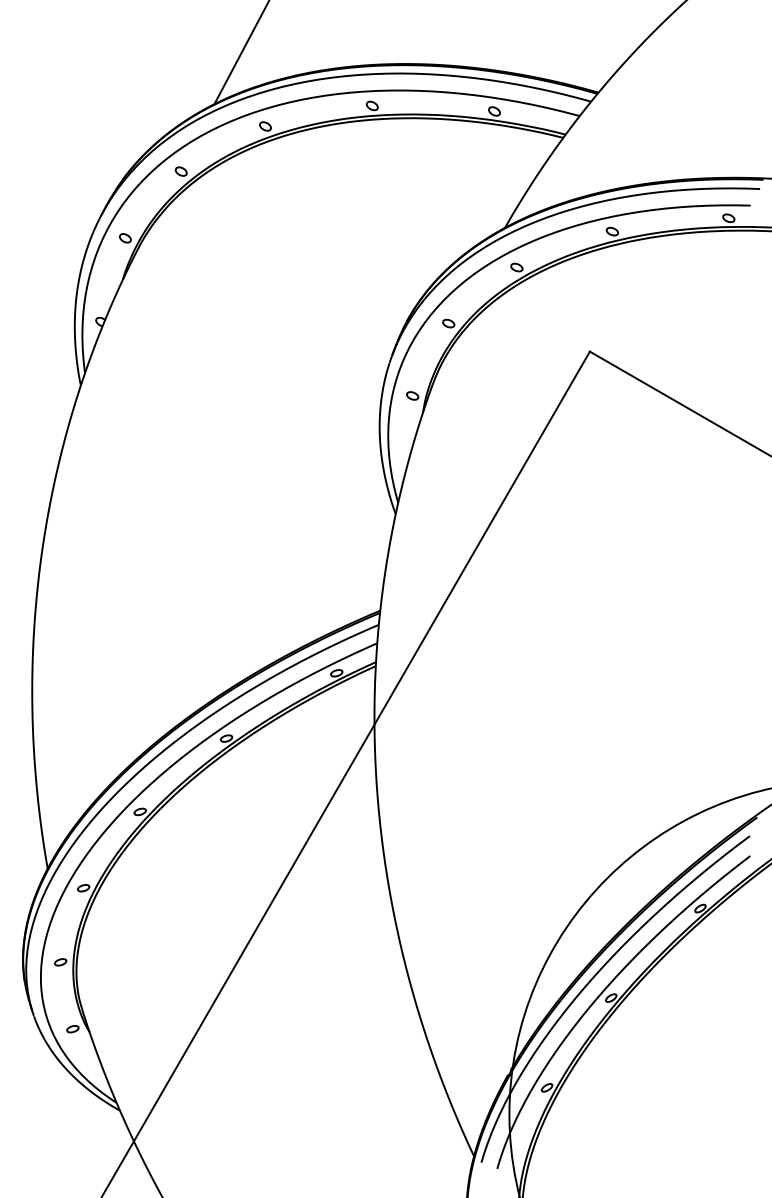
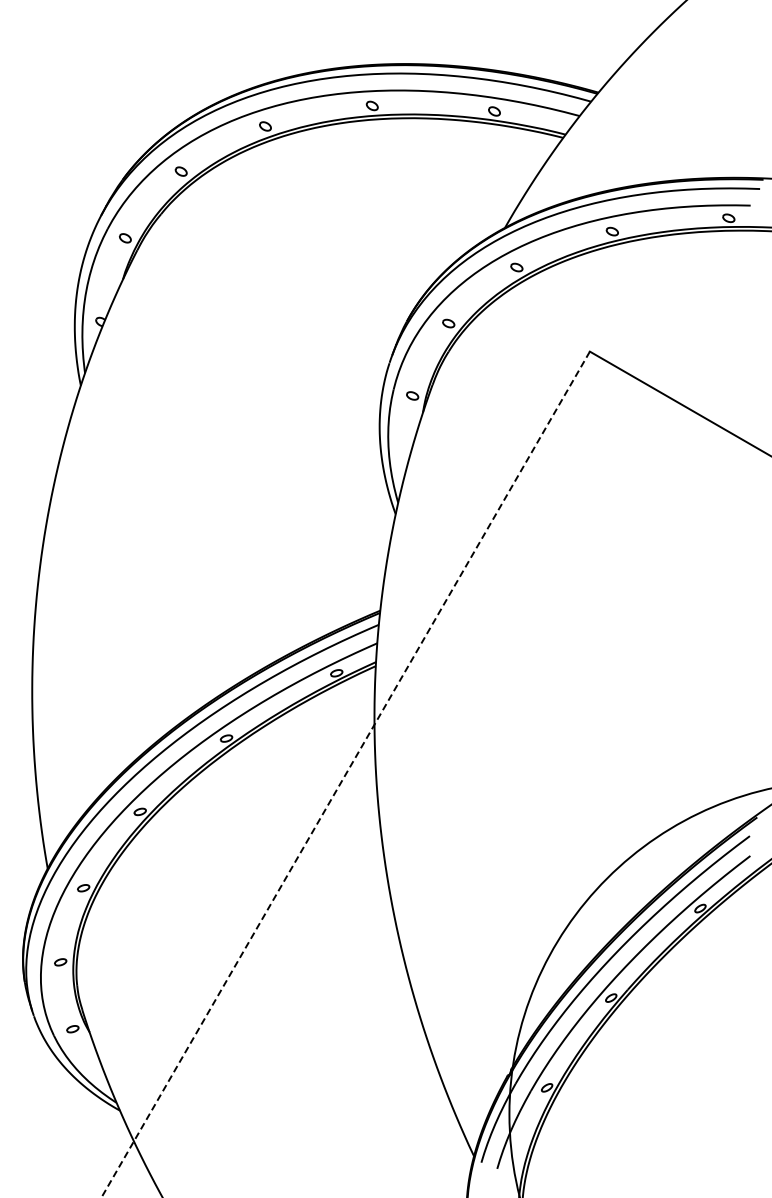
line at (241, 53): present -> none
line at (345, 775): solid -> dashed
